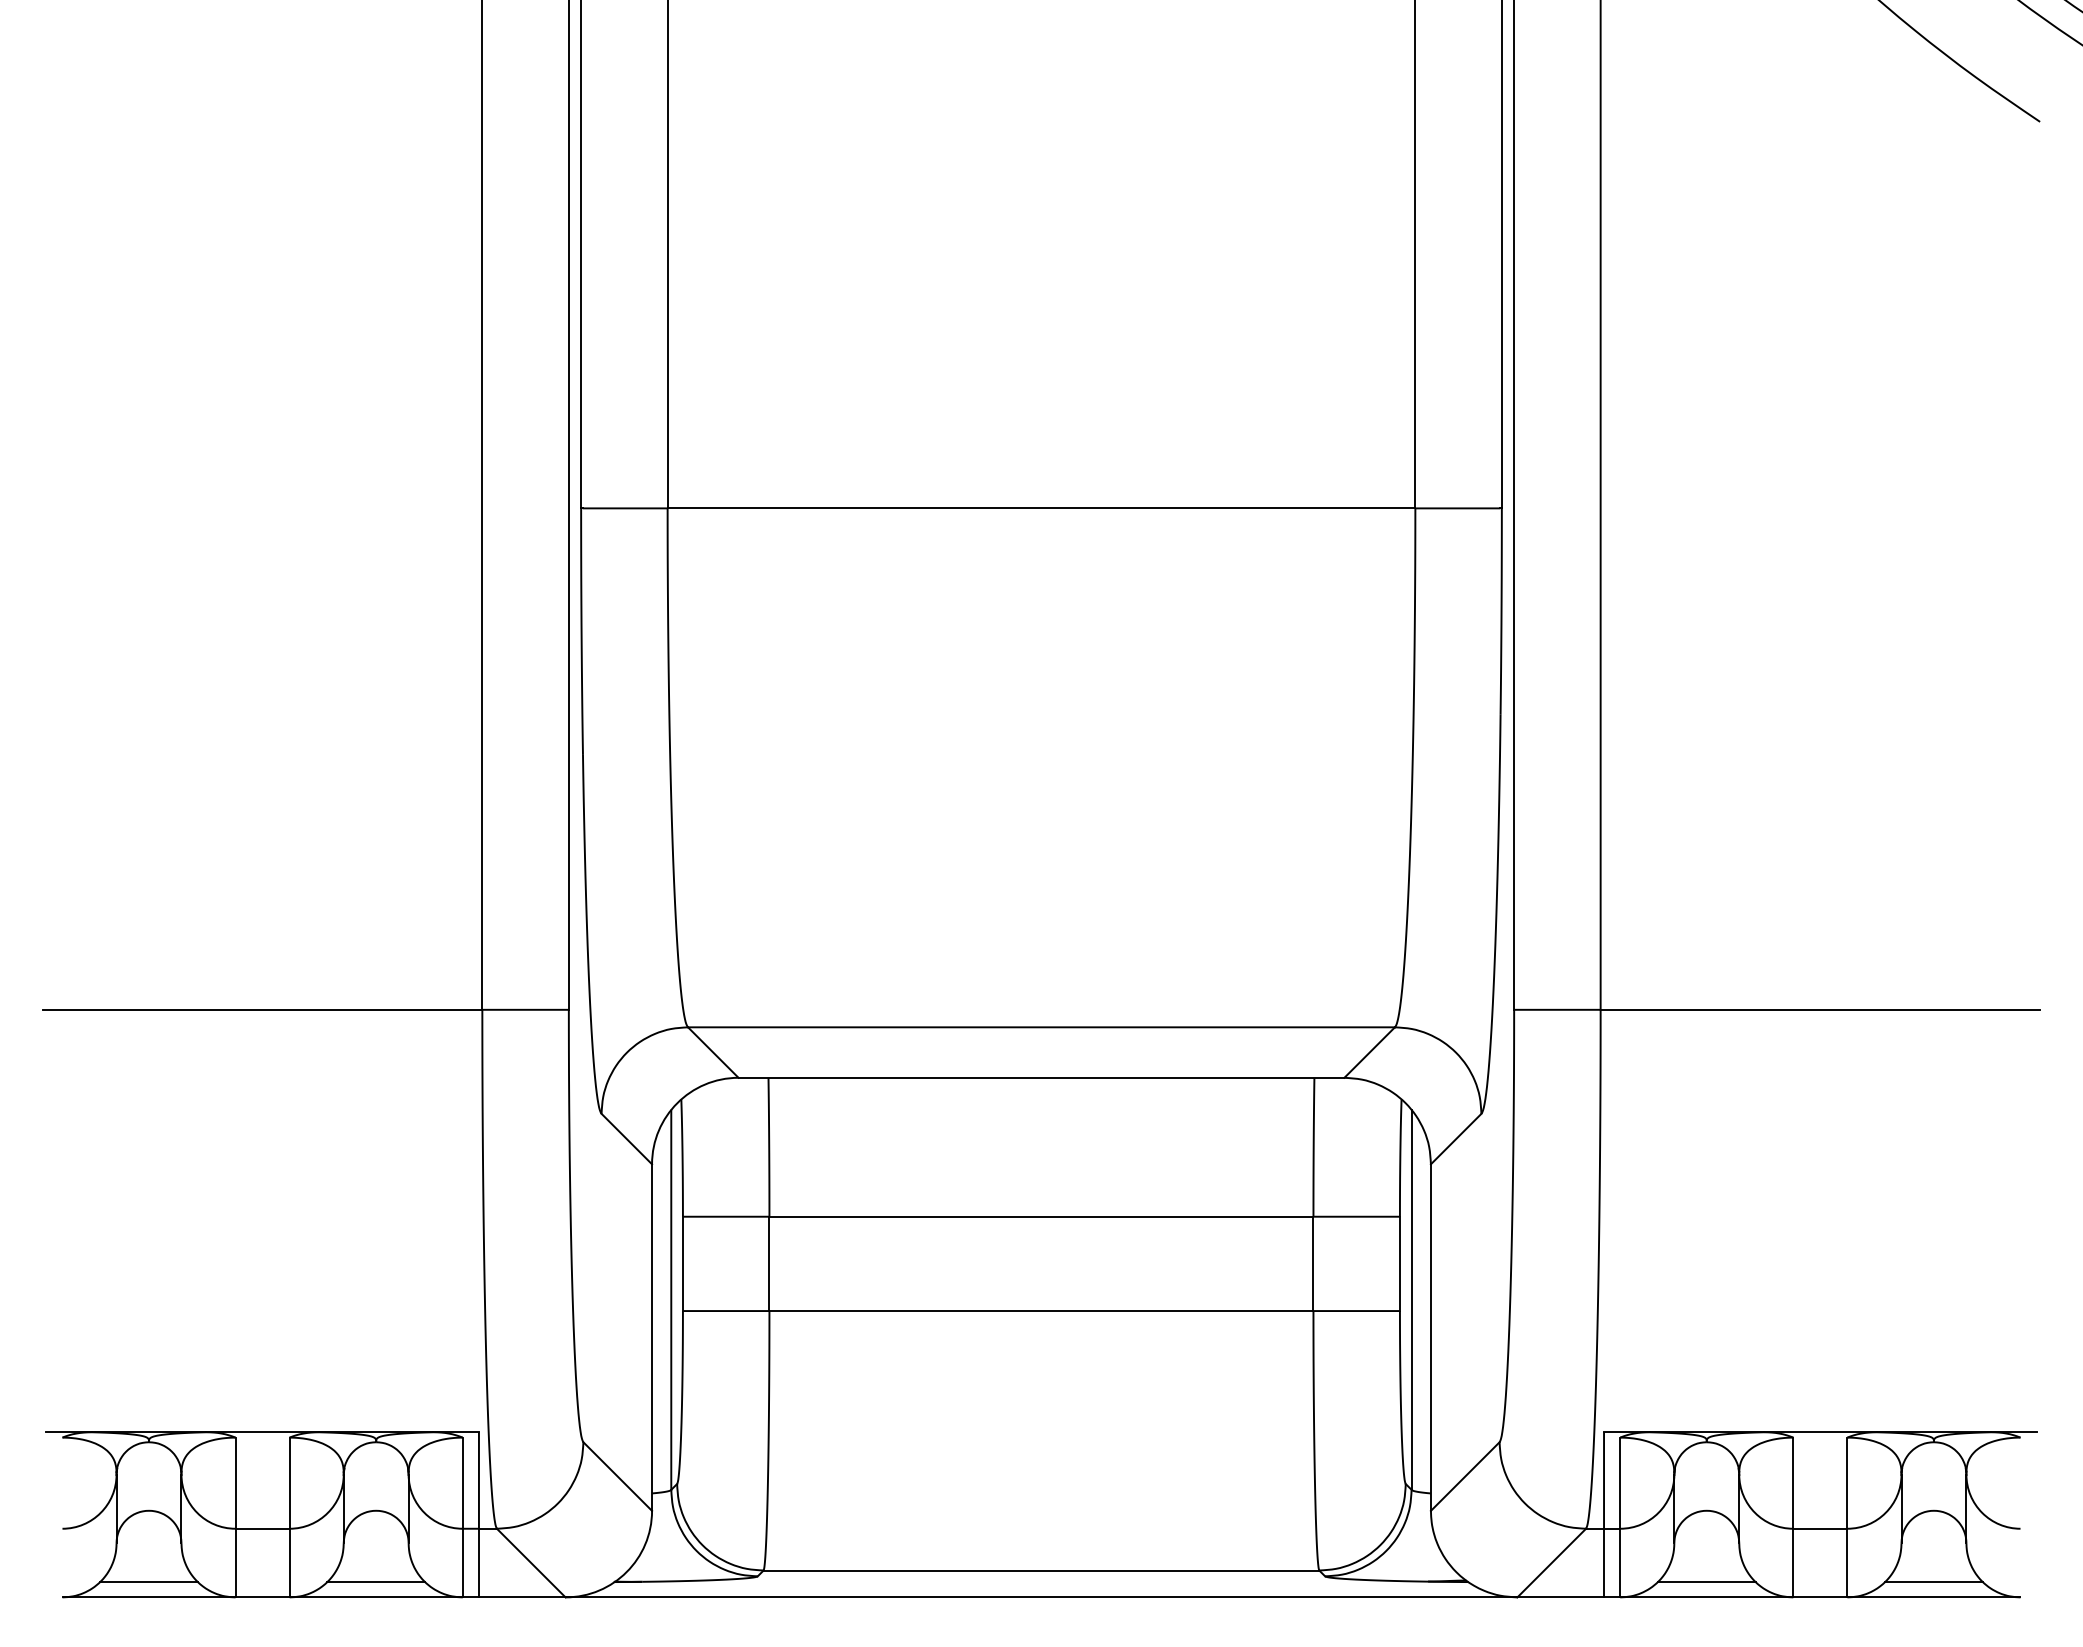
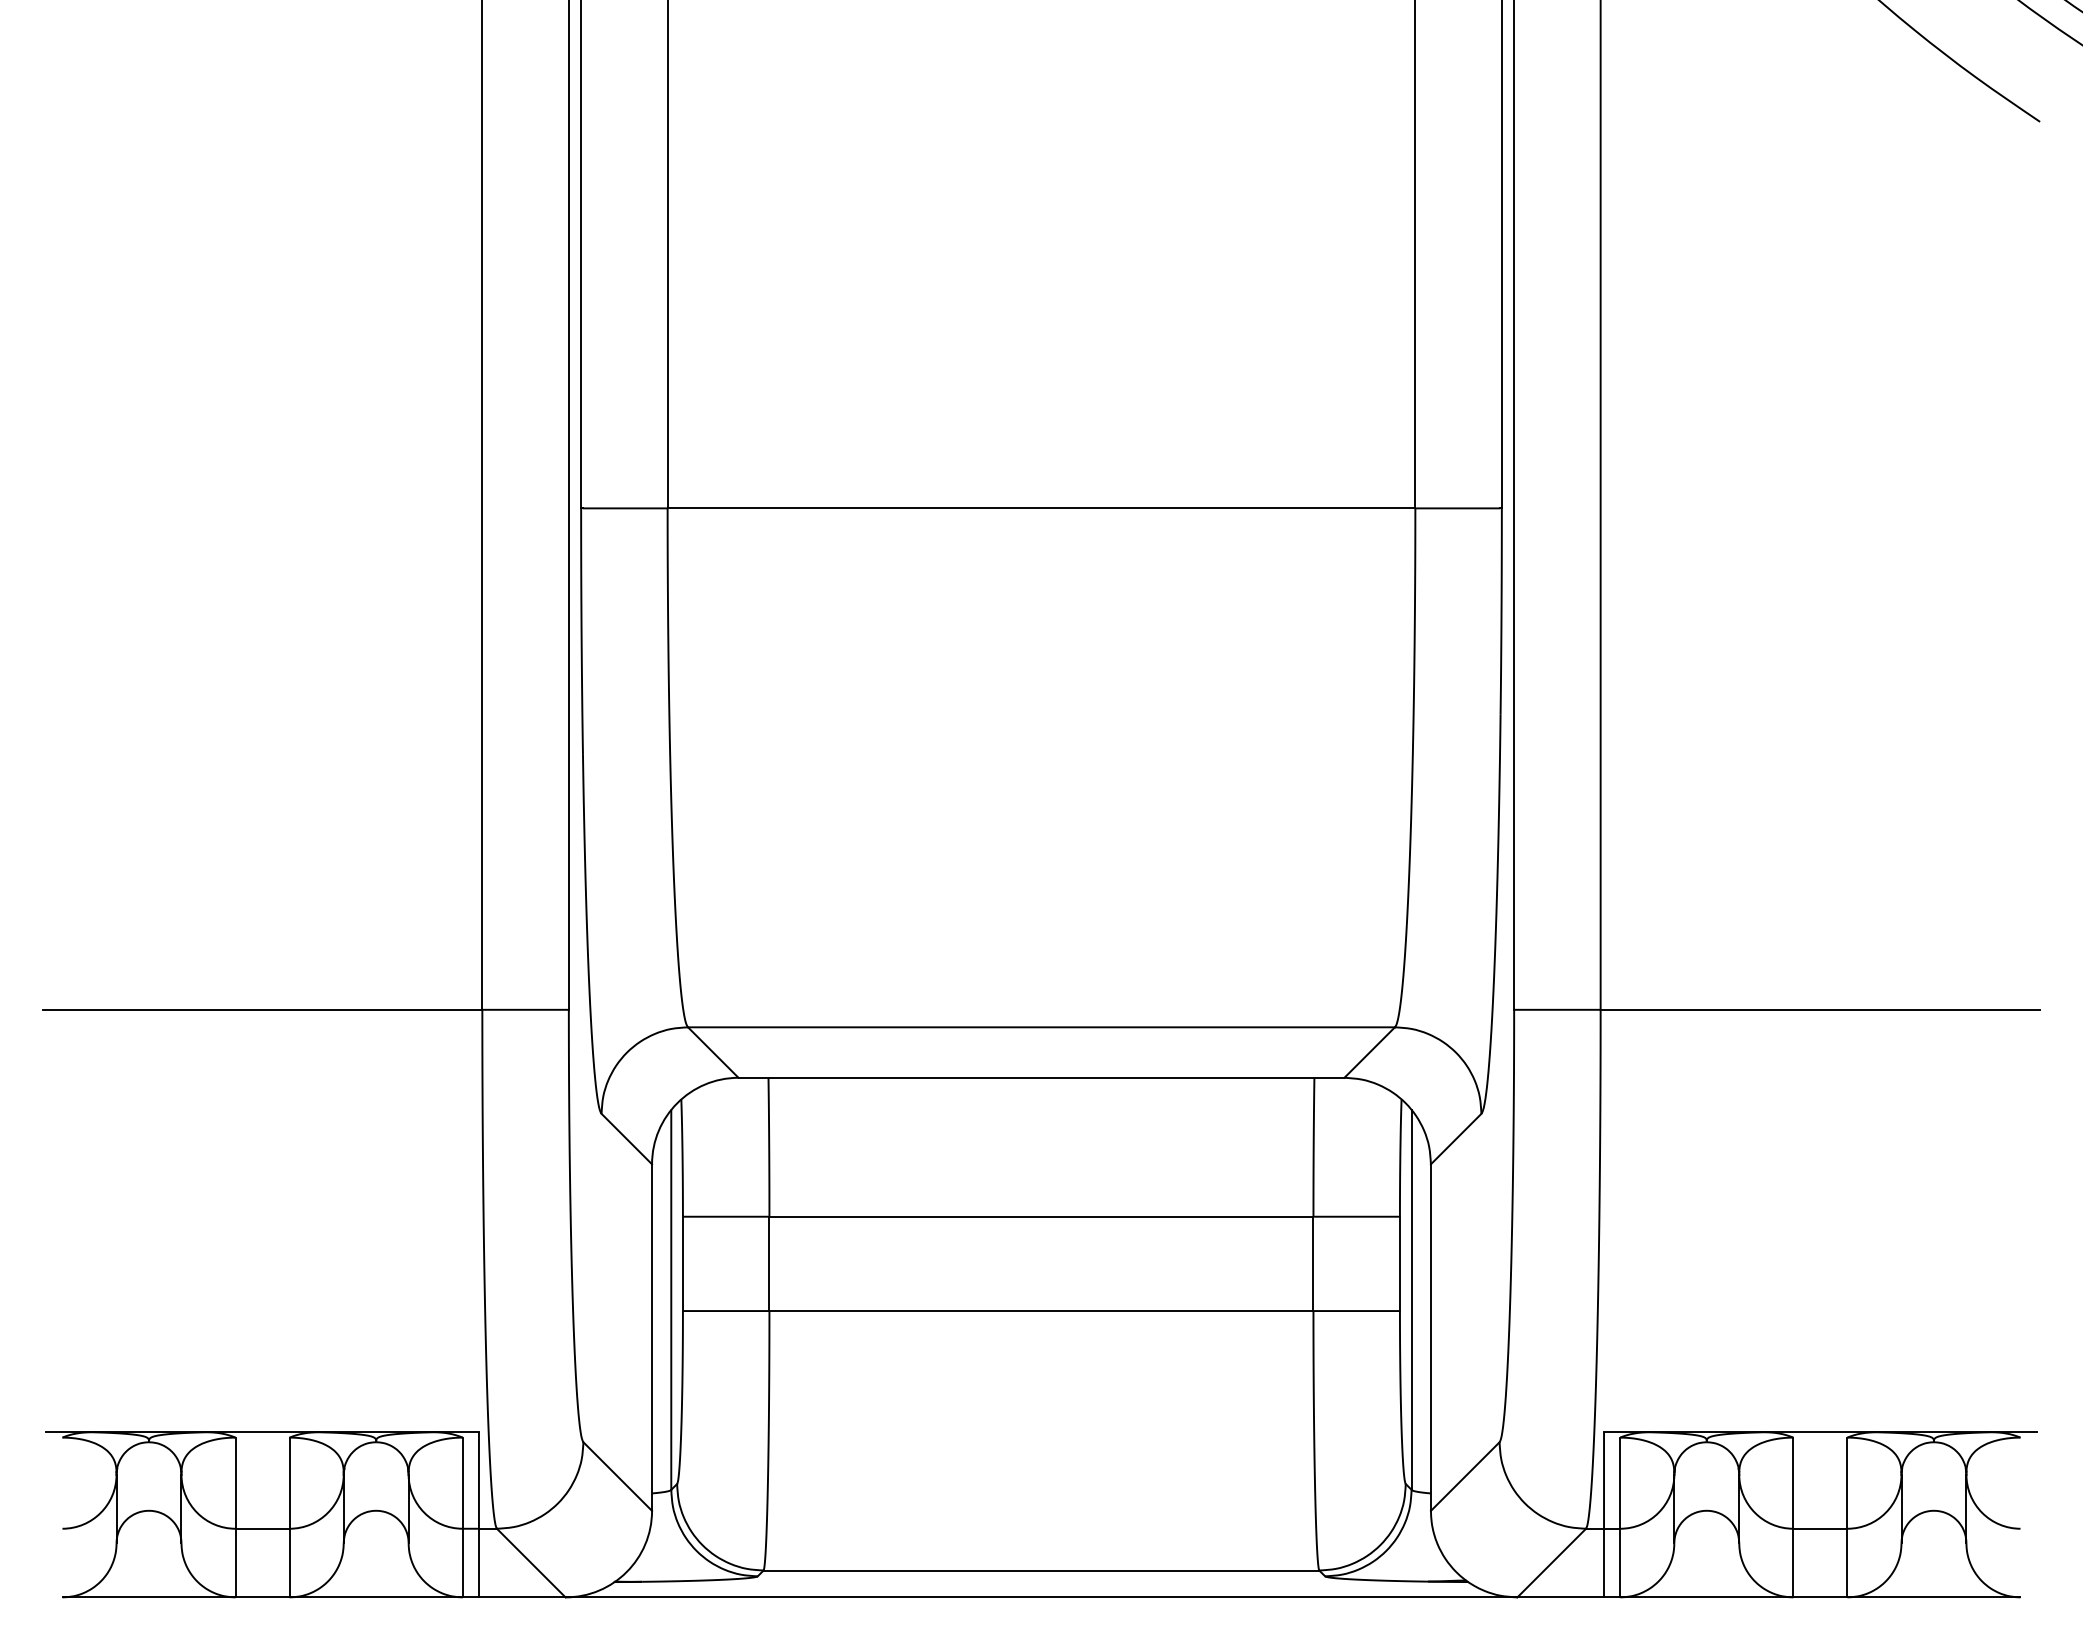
line at (148, 1582): present -> none
line at (376, 1582): present -> none
line at (1706, 1582): present -> none
line at (1933, 1582): present -> none
